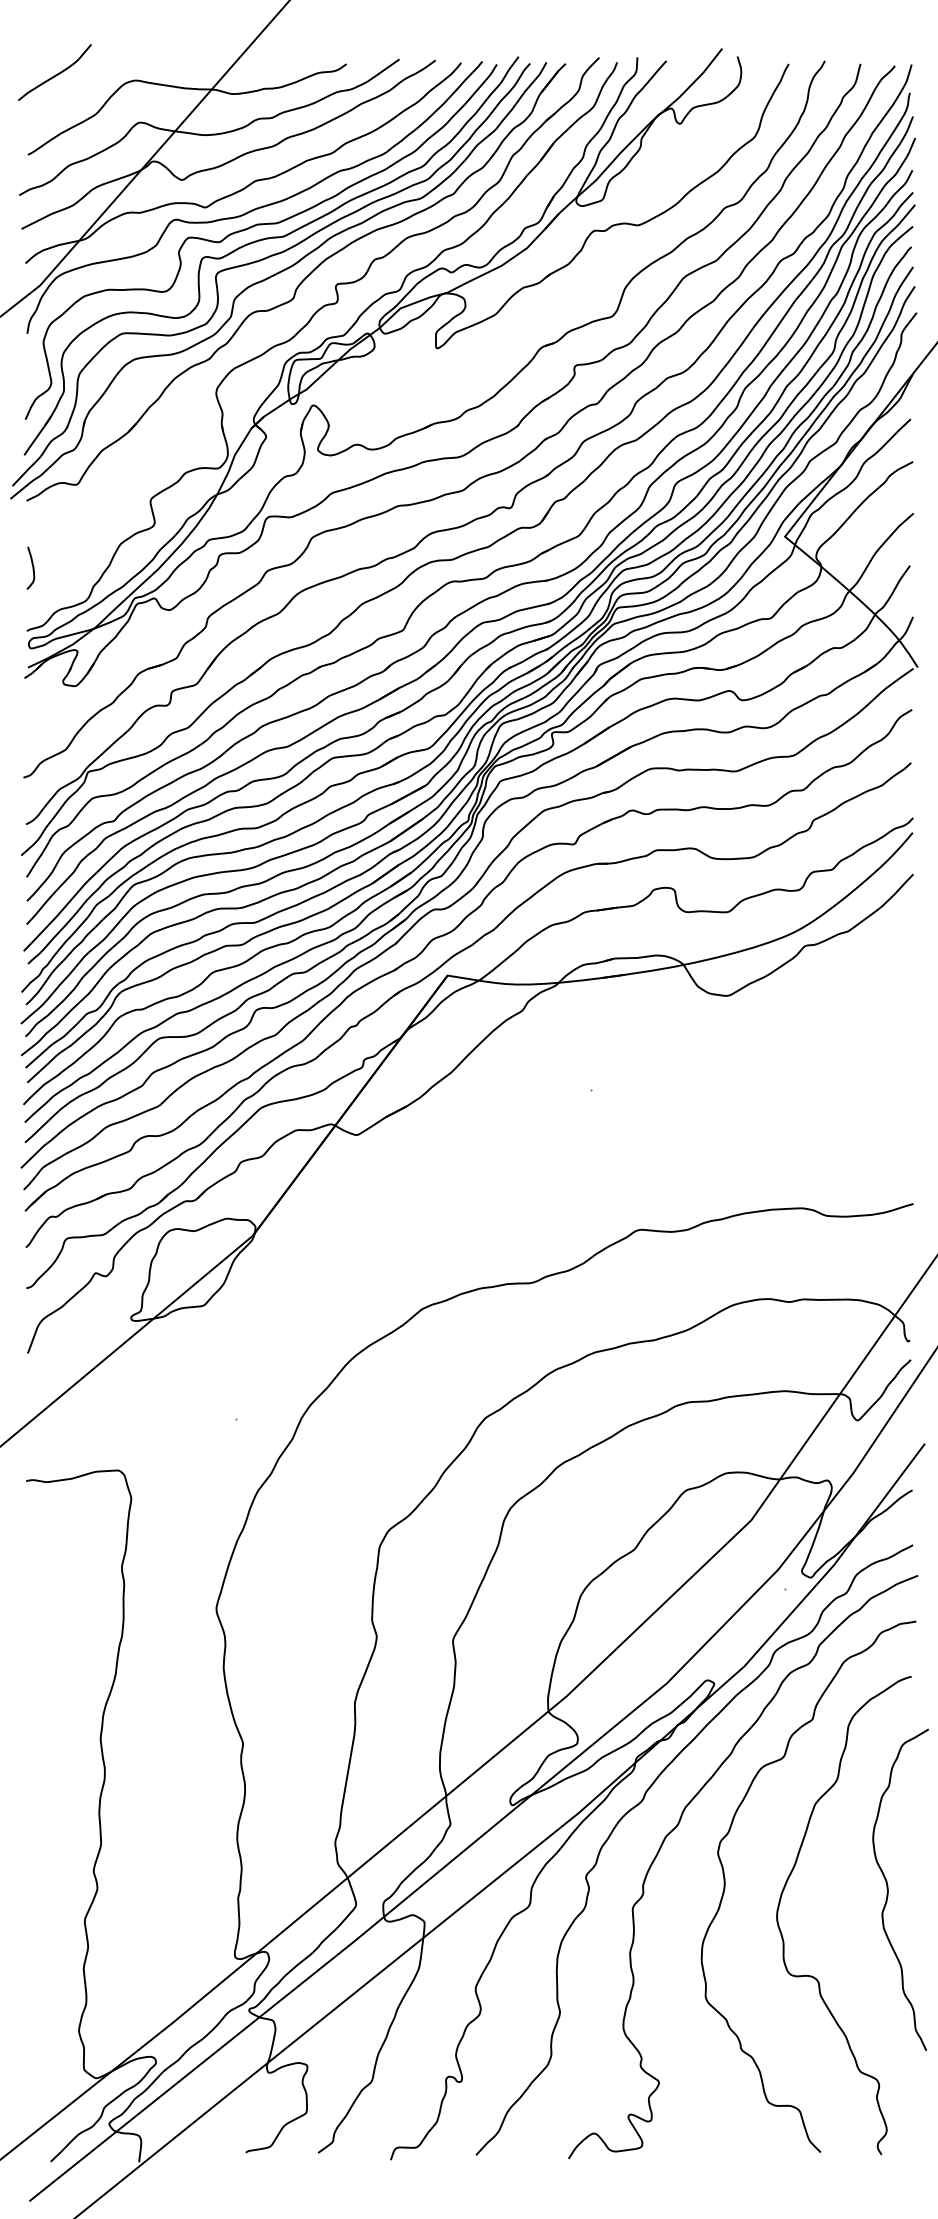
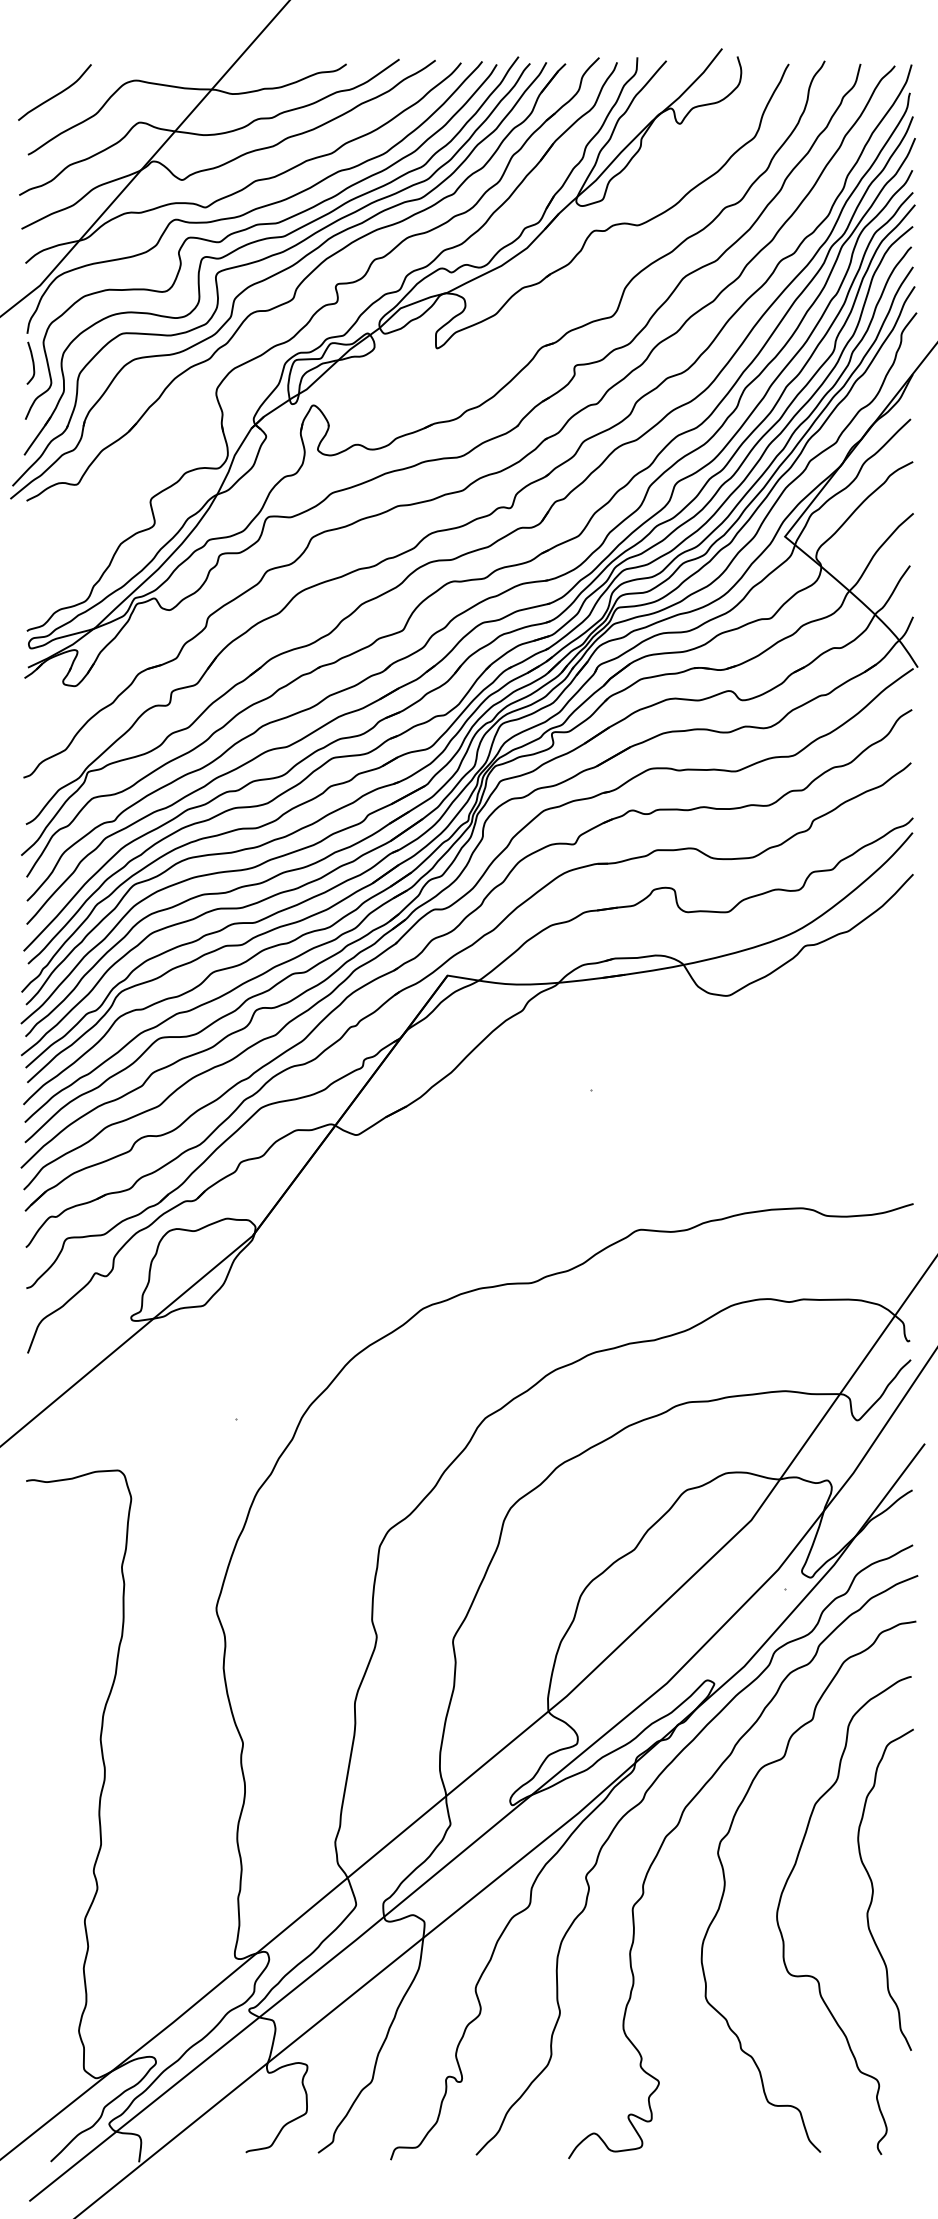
curve at (55, 74) position: (55, 74) -> (55, 94)
curve at (32, 567) position: (32, 567) -> (32, 362)
curve at (888, 1889) position: (888, 1889) -> (873, 1889)
